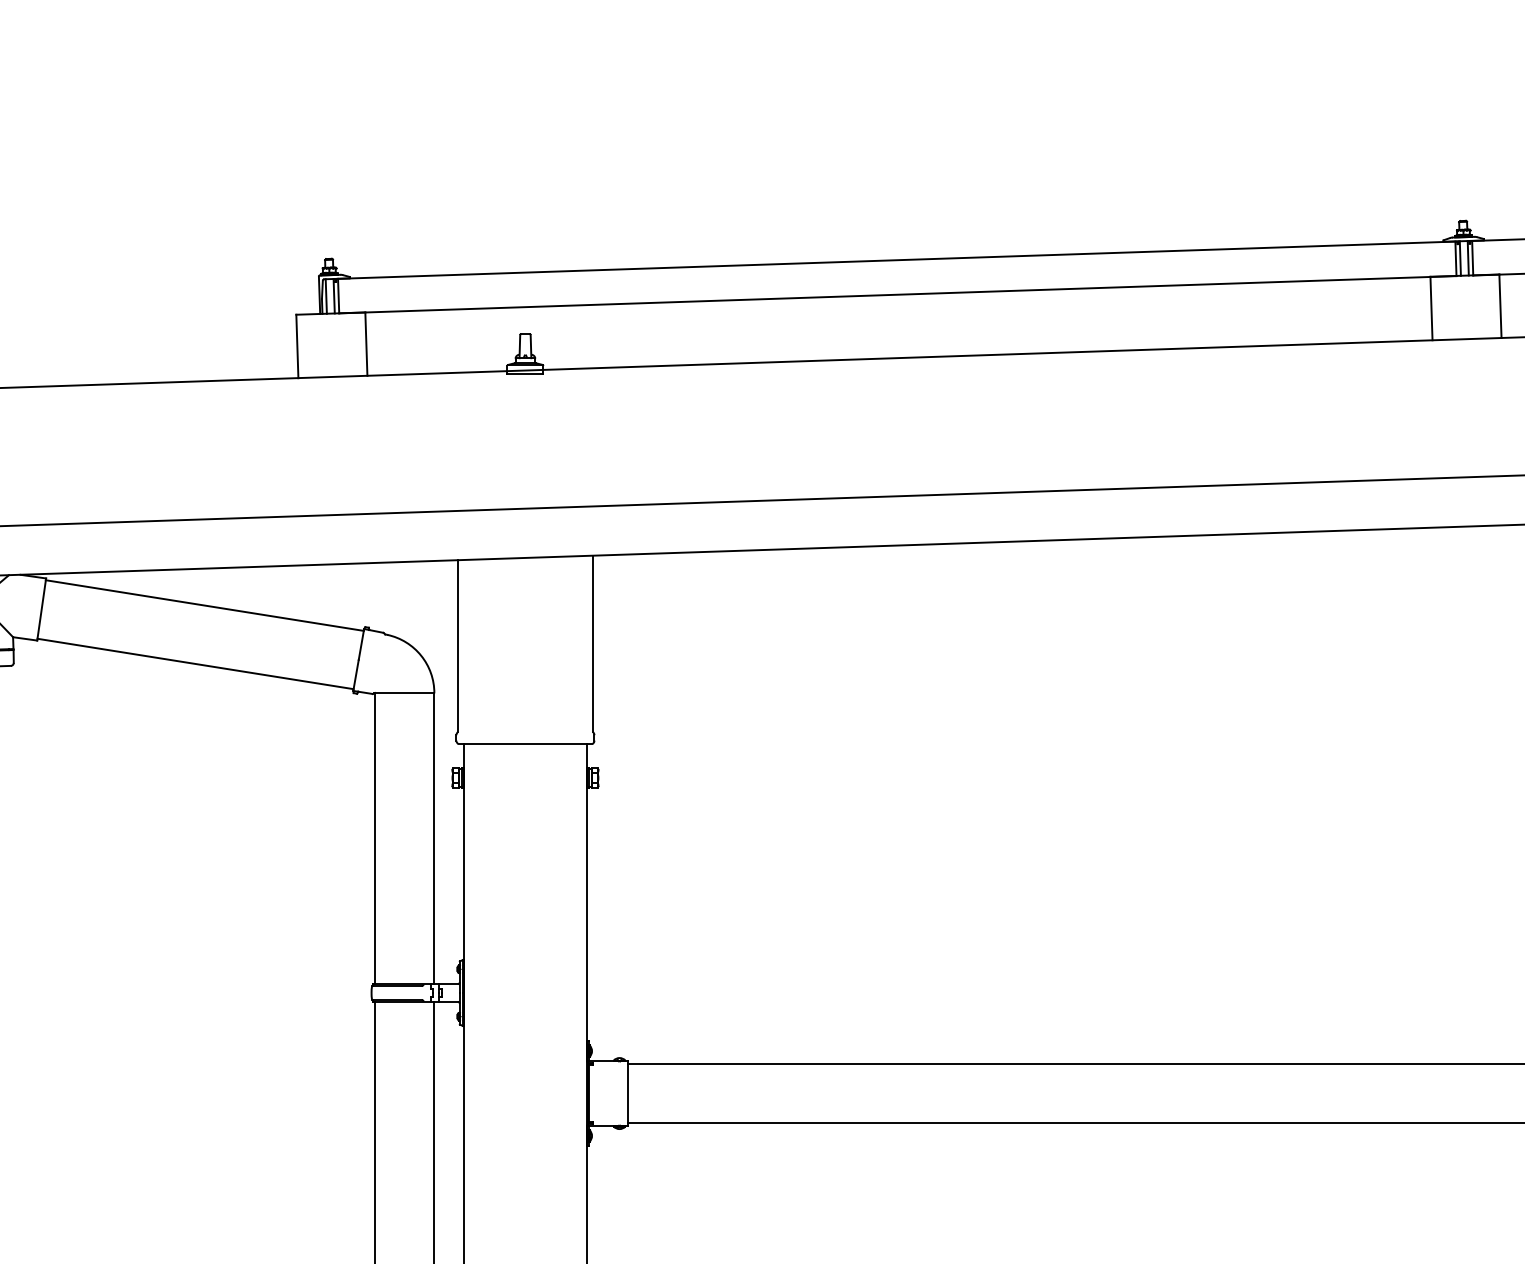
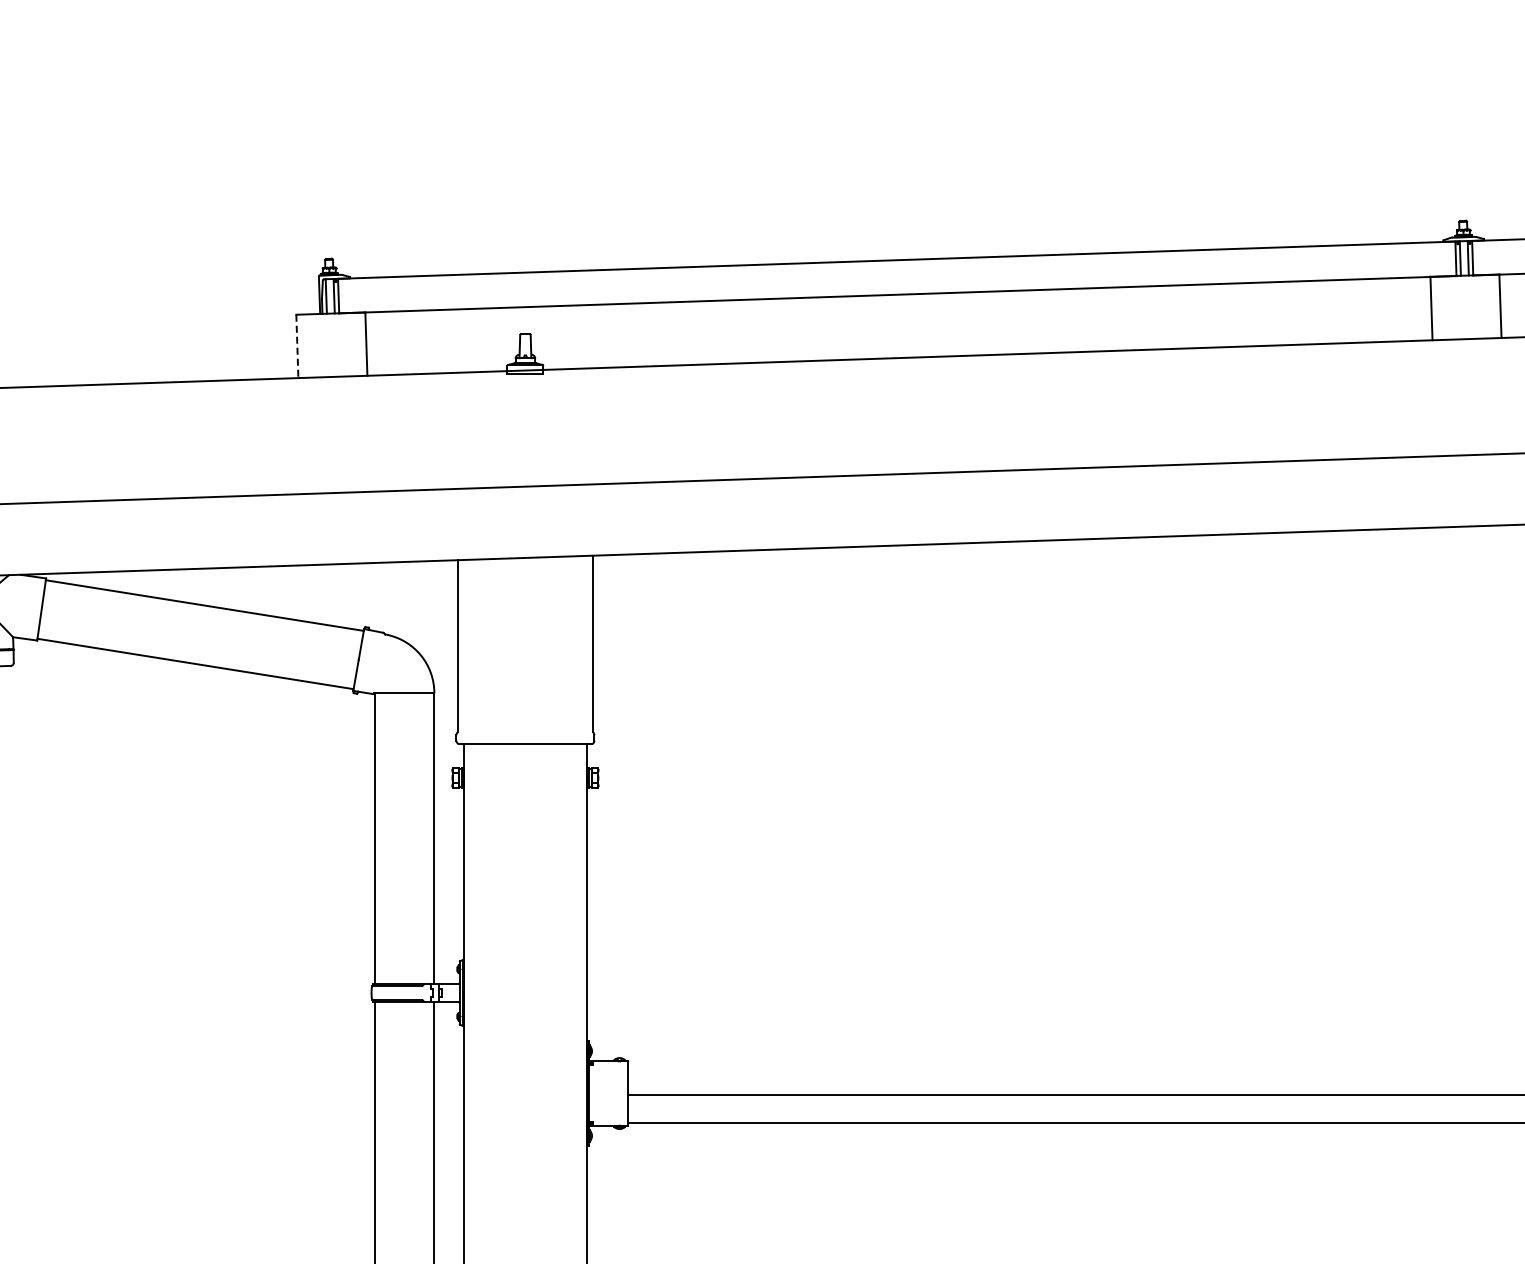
line at (297, 346): solid -> dashed
line at (761, 500) position: (761, 500) -> (761, 478)
line at (1074, 1063) position: (1074, 1063) -> (1074, 1094)
